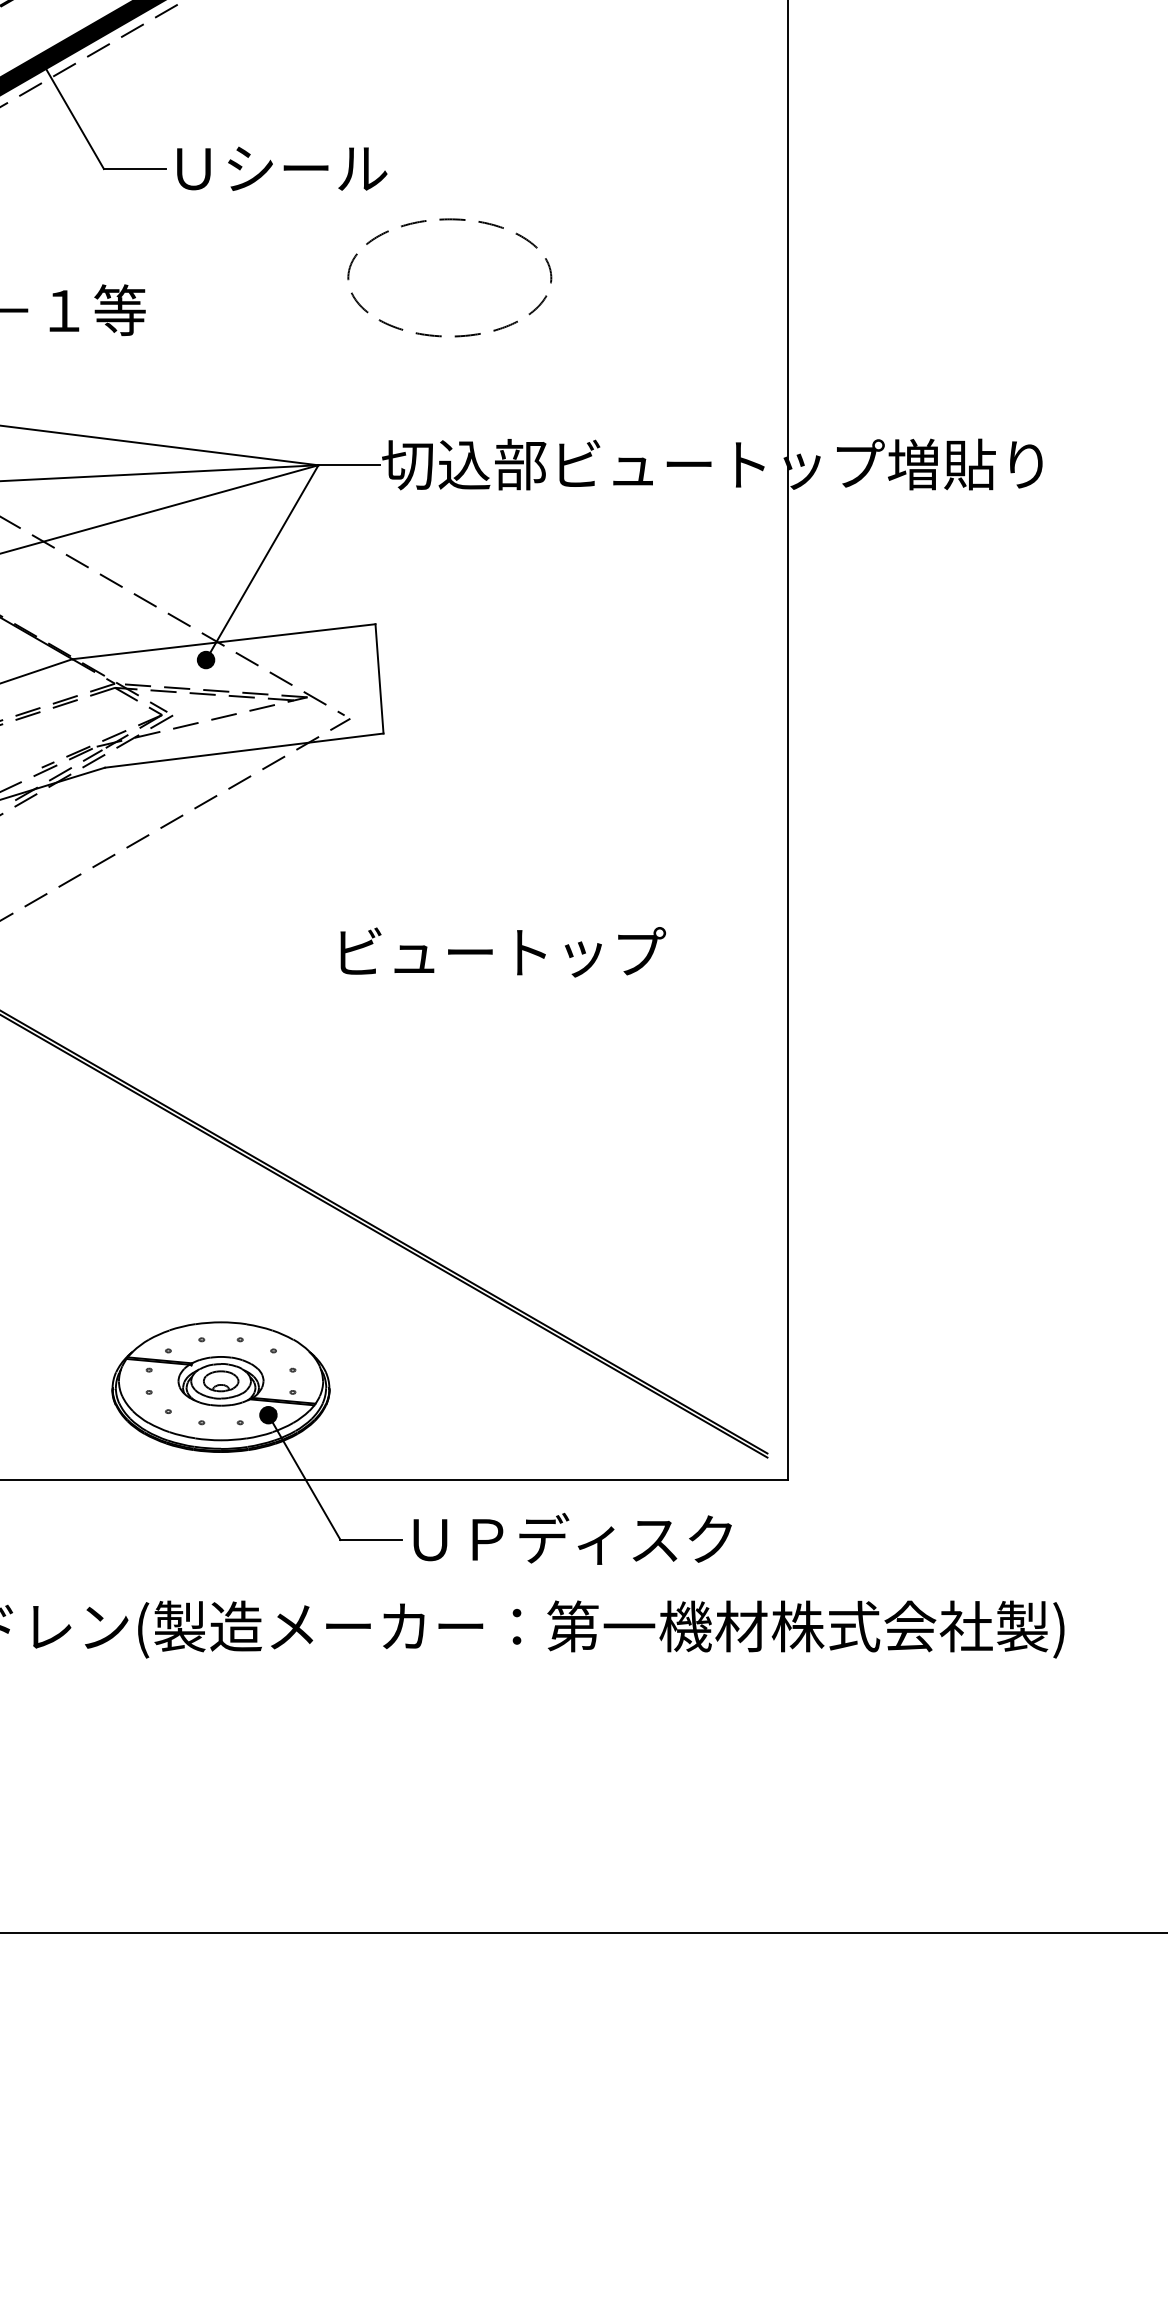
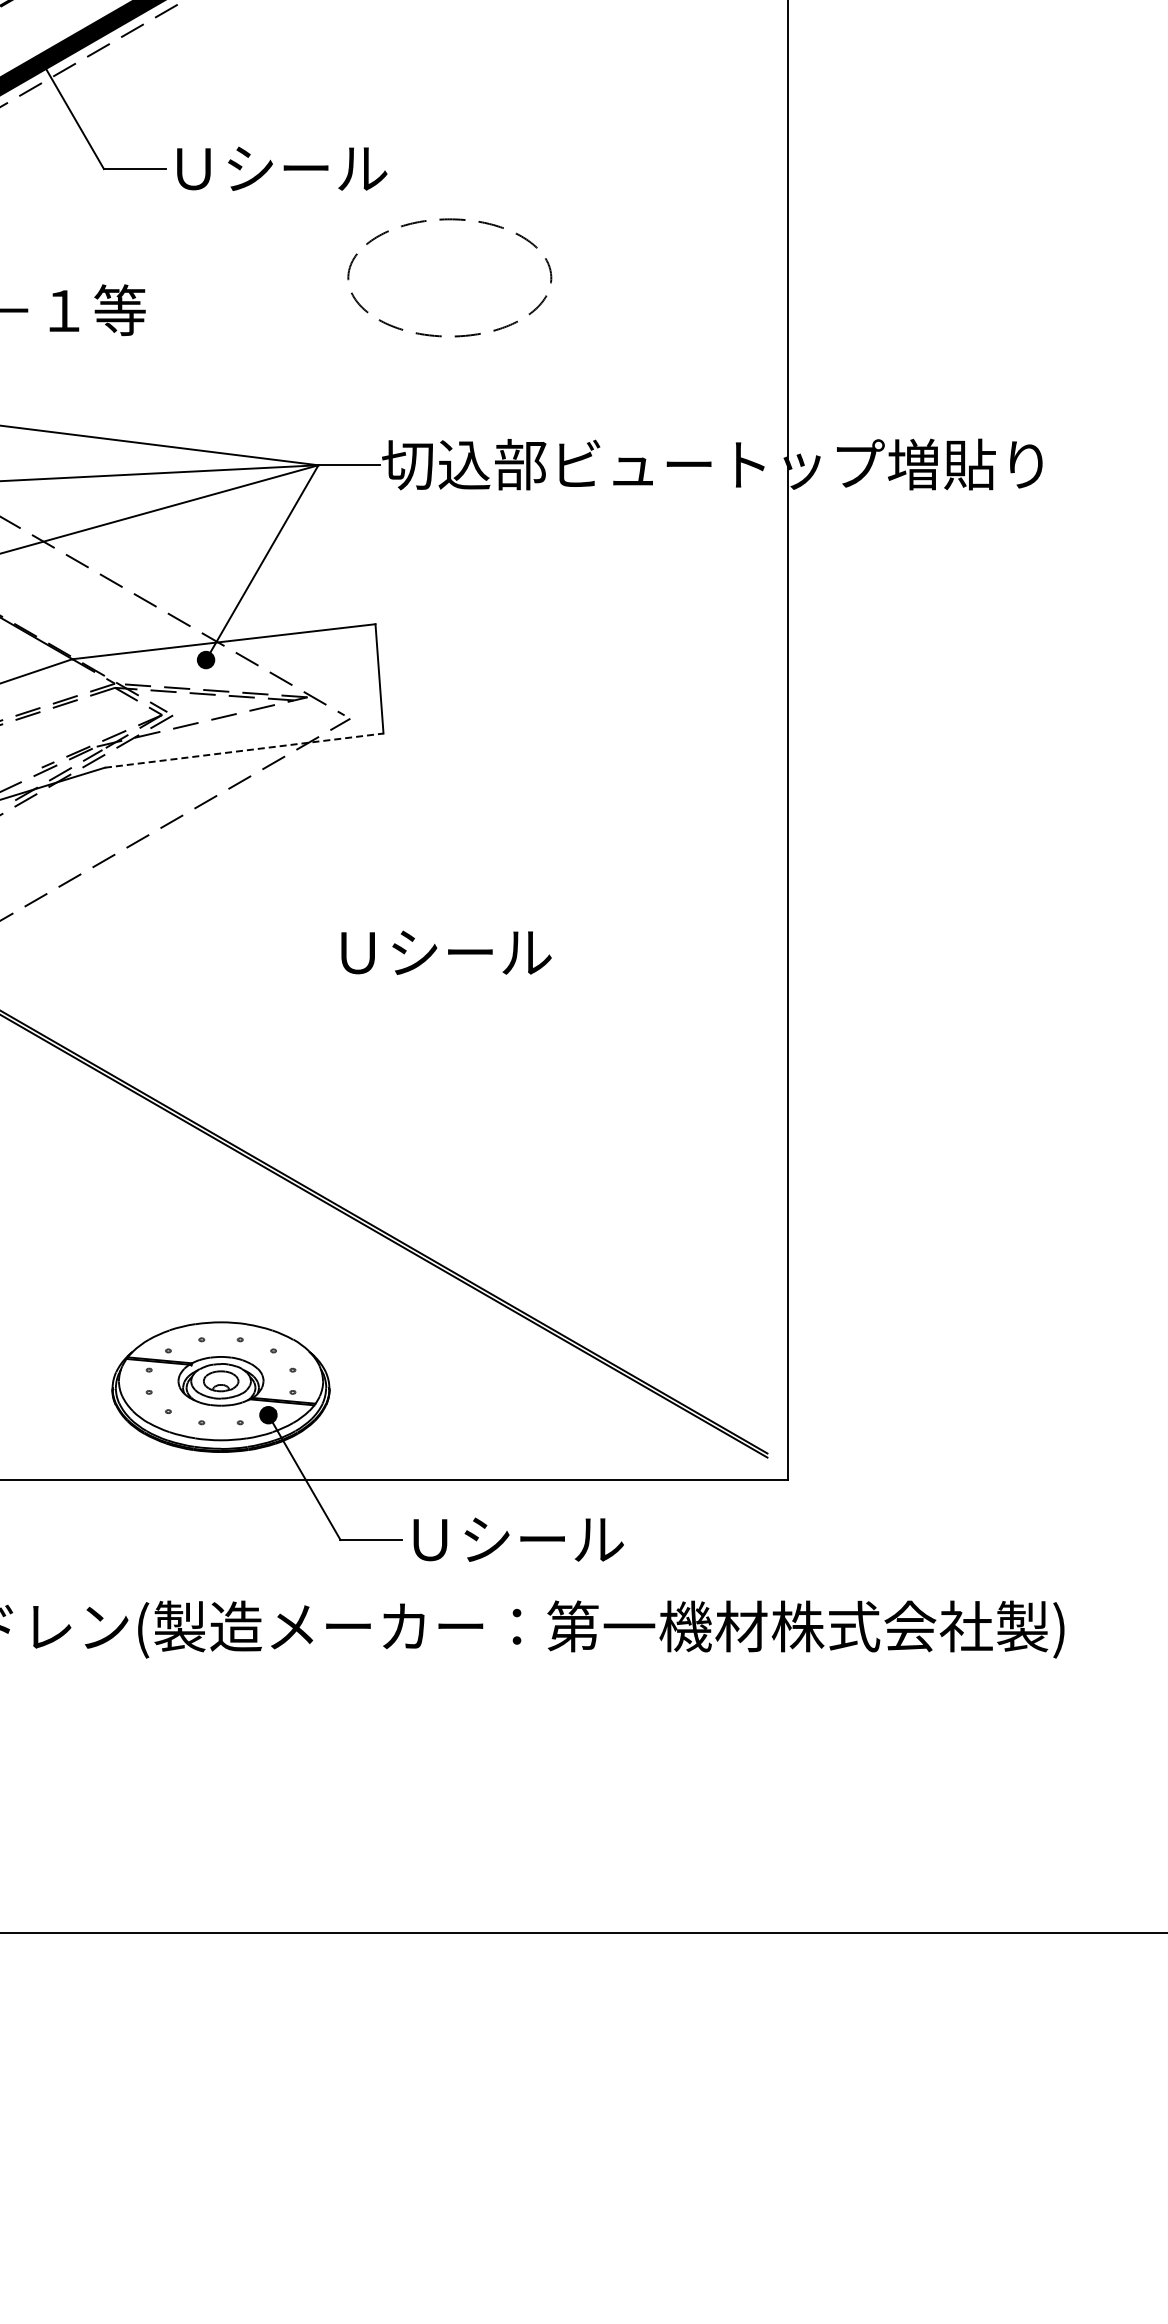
line at (244, 750): solid -> dashed
text at (503, 952): ビュートップ -> Ｕシール
text at (597, 1538): ＵＰディスク -> Ｕシール
